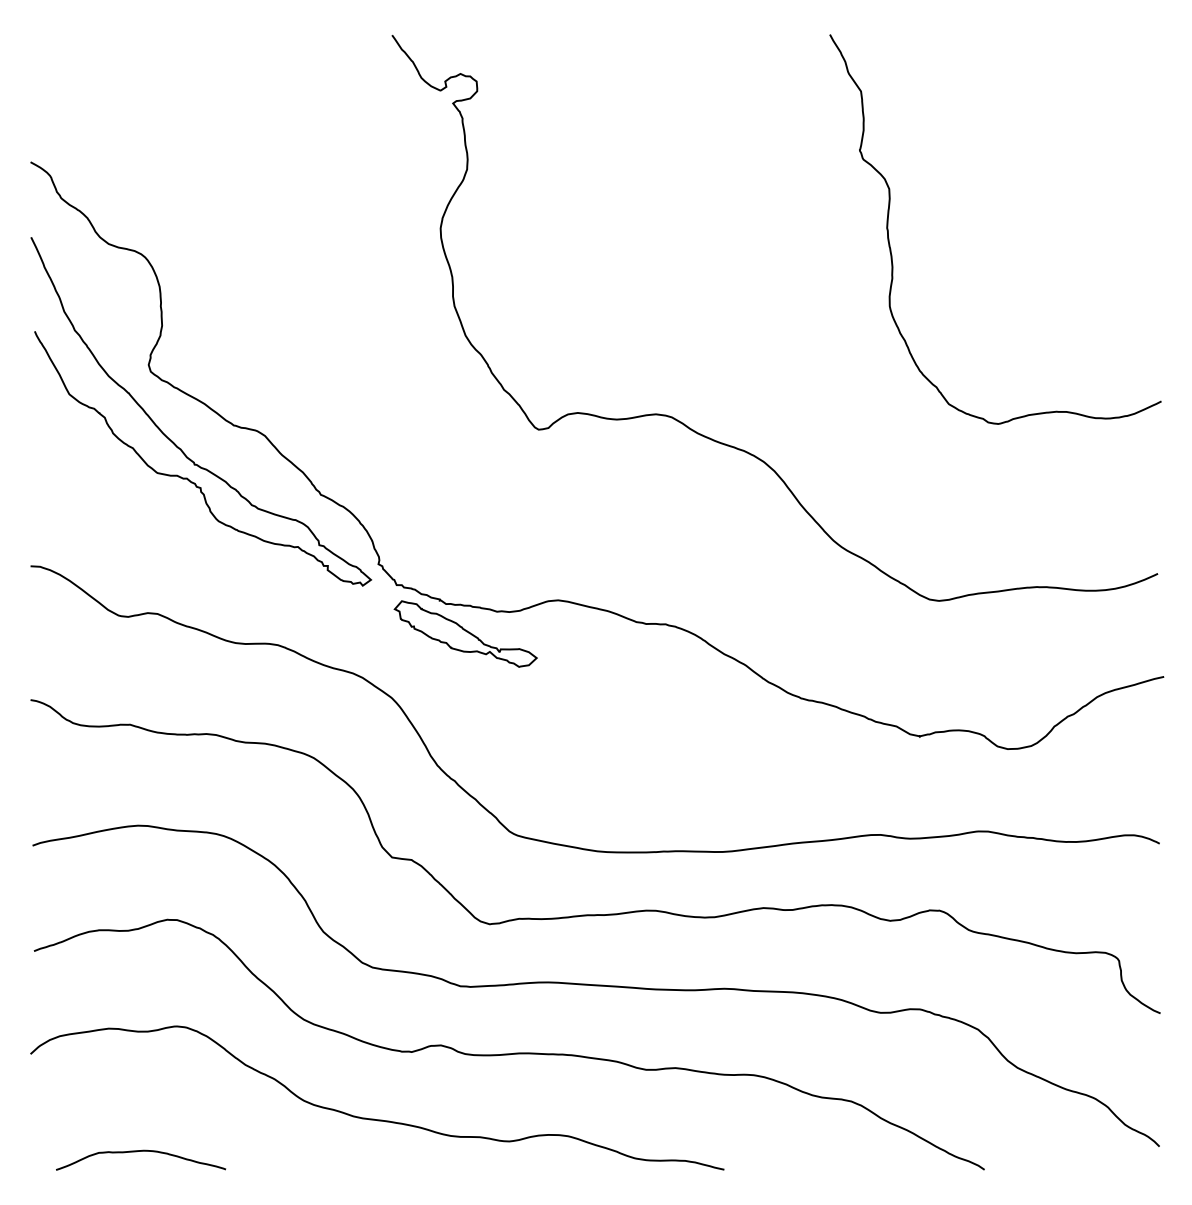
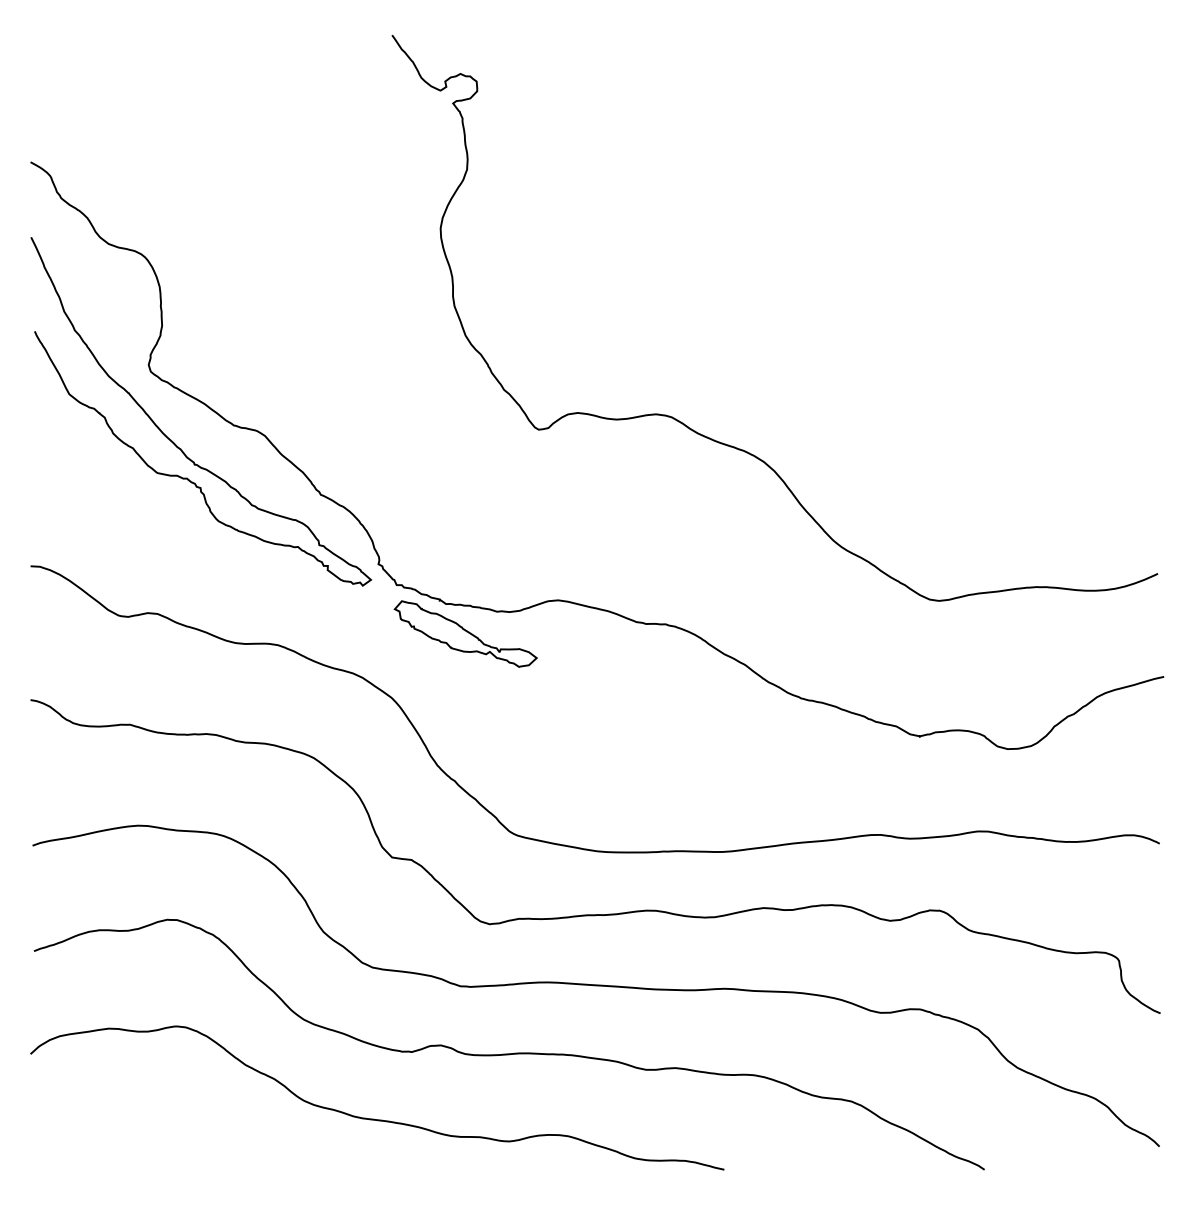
curve at (891, 248): present -> none
curve at (141, 1151): present -> none
